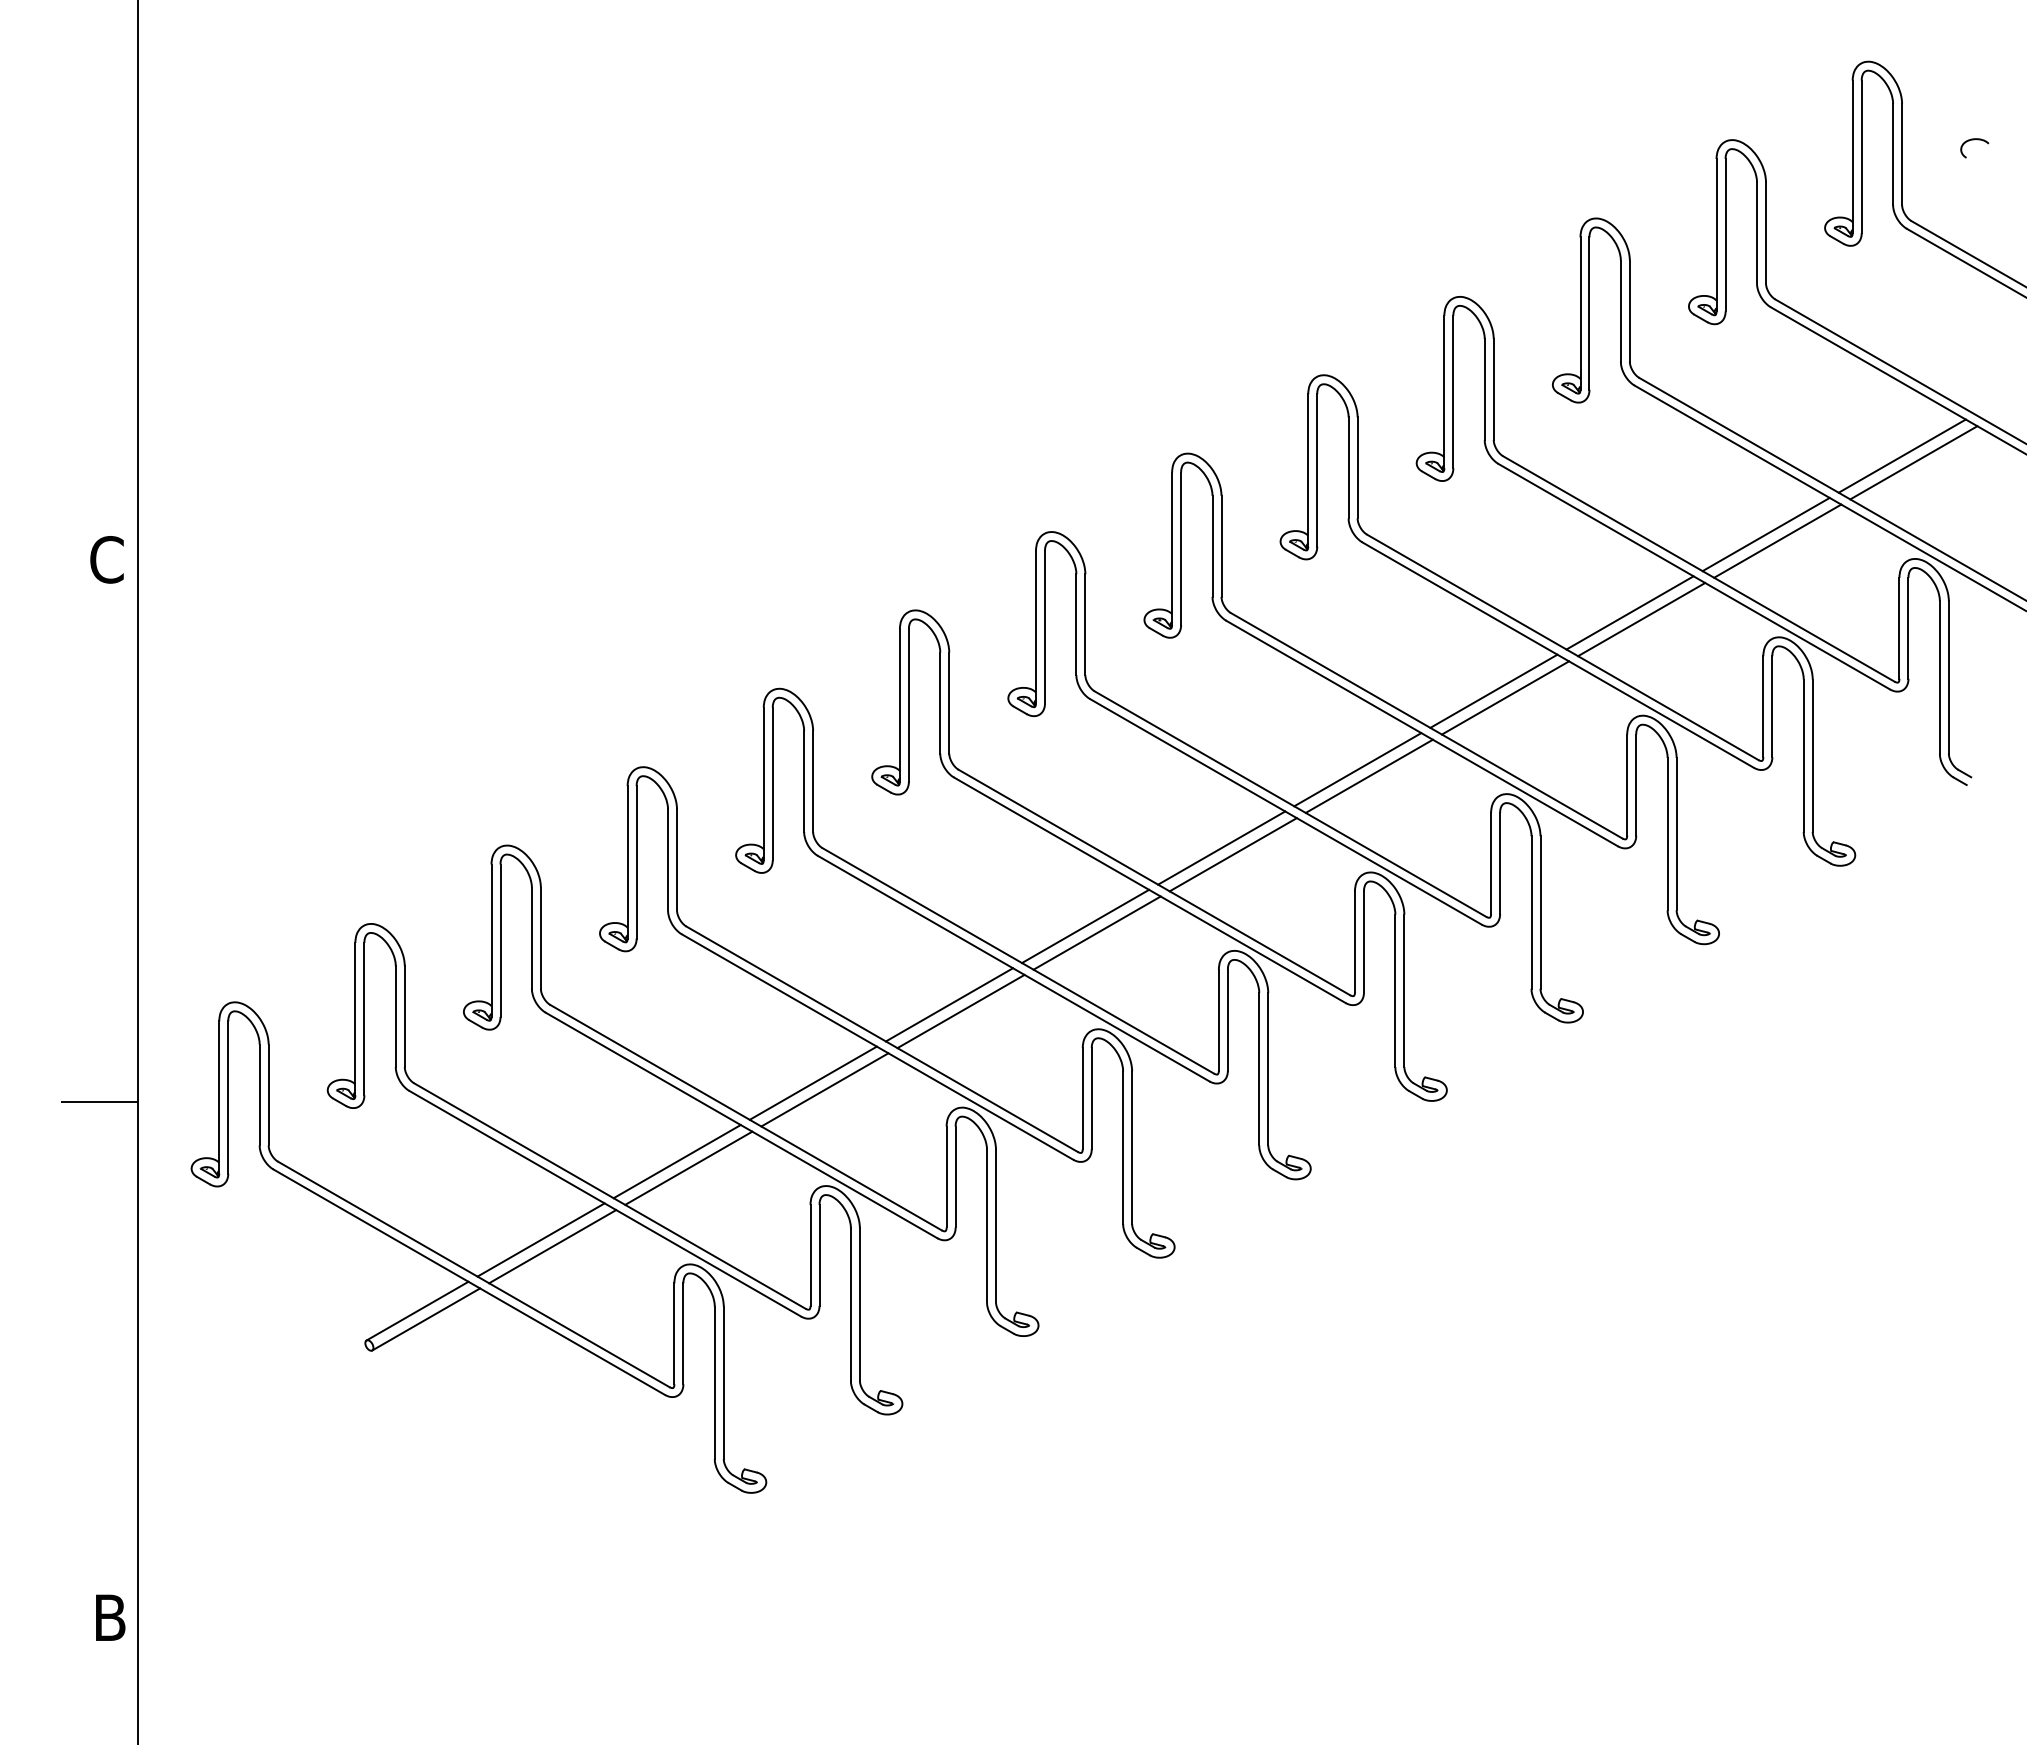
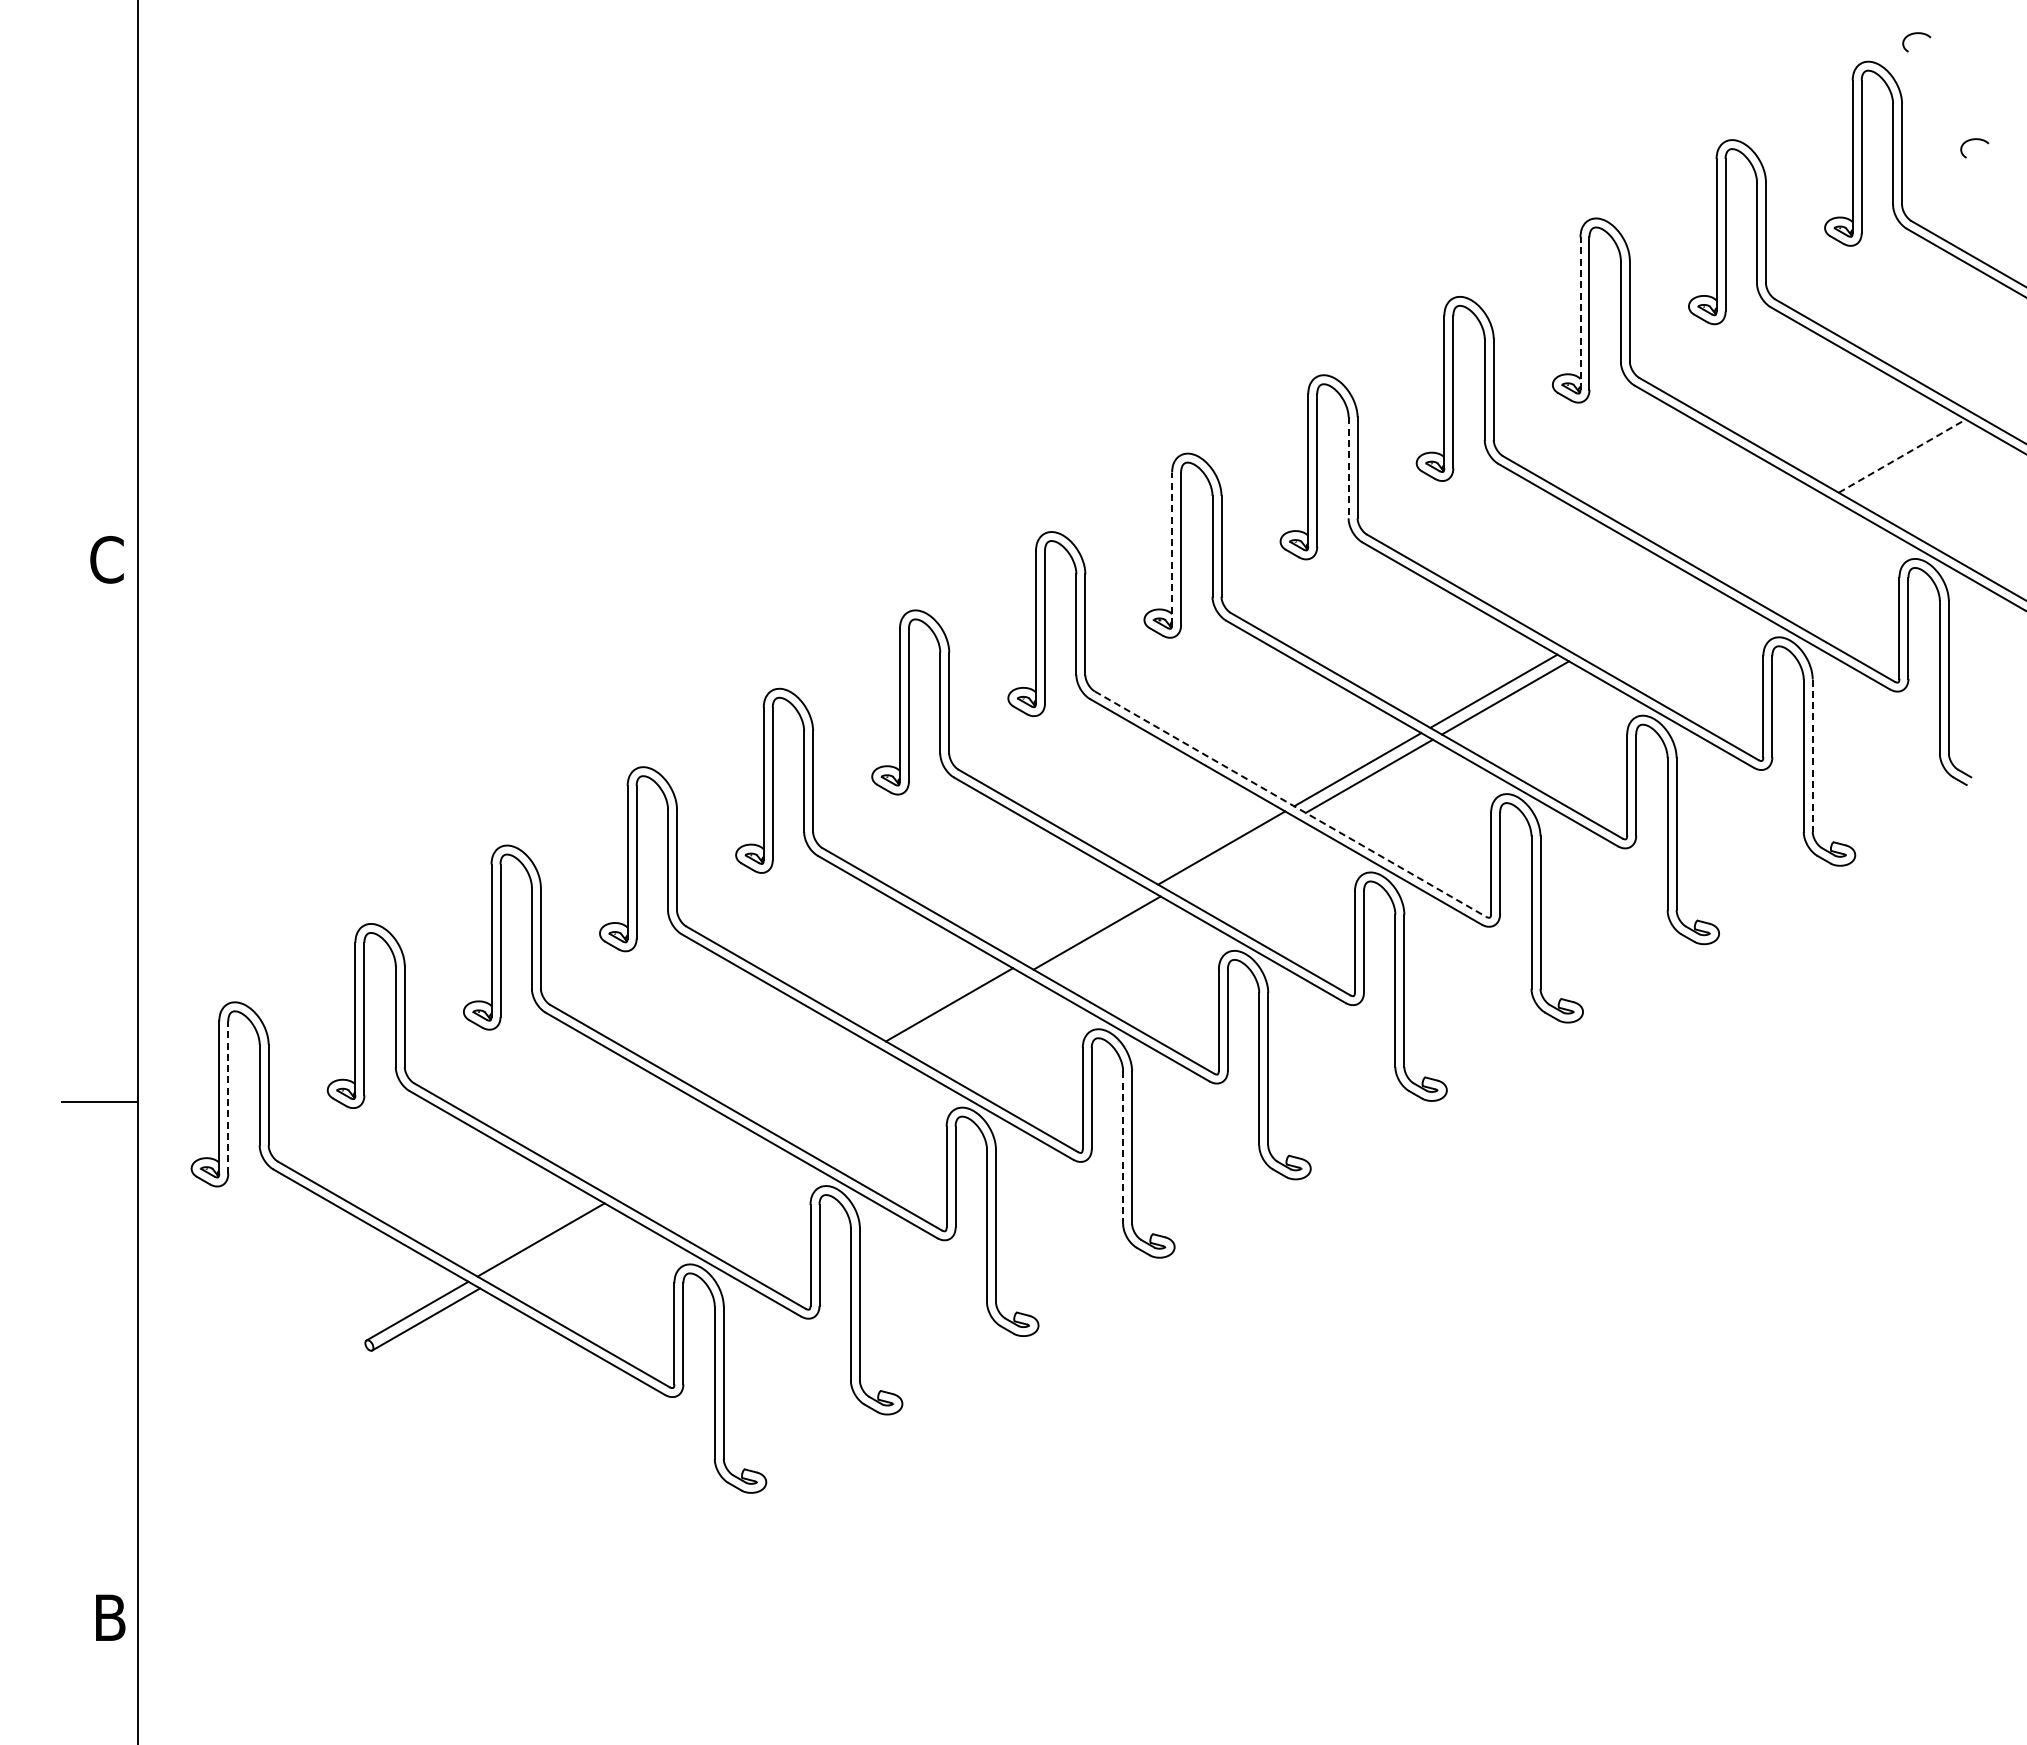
curve at (1916, 34): none -> present
line at (1580, 313): solid -> dashed
line at (1902, 455): solid -> dashed
line at (1913, 462): present -> none
line at (1348, 468): solid -> dashed
line at (1765, 534): present -> none
line at (1777, 540): present -> none
line at (1172, 548): solid -> dashed
line at (1629, 612): present -> none
line at (1641, 619): present -> none
line at (1812, 756): solid -> dashed
line at (1290, 804): solid -> dashed
line at (1232, 854): present -> none
line at (1085, 926): present -> none
line at (960, 1011): present -> none
line at (812, 1082): present -> none
line at (824, 1089): present -> none
line at (228, 1096): solid -> dashed
line at (1123, 1148): solid -> dashed
line at (676, 1161): present -> none
line at (688, 1167): present -> none
line at (552, 1246): present -> none
